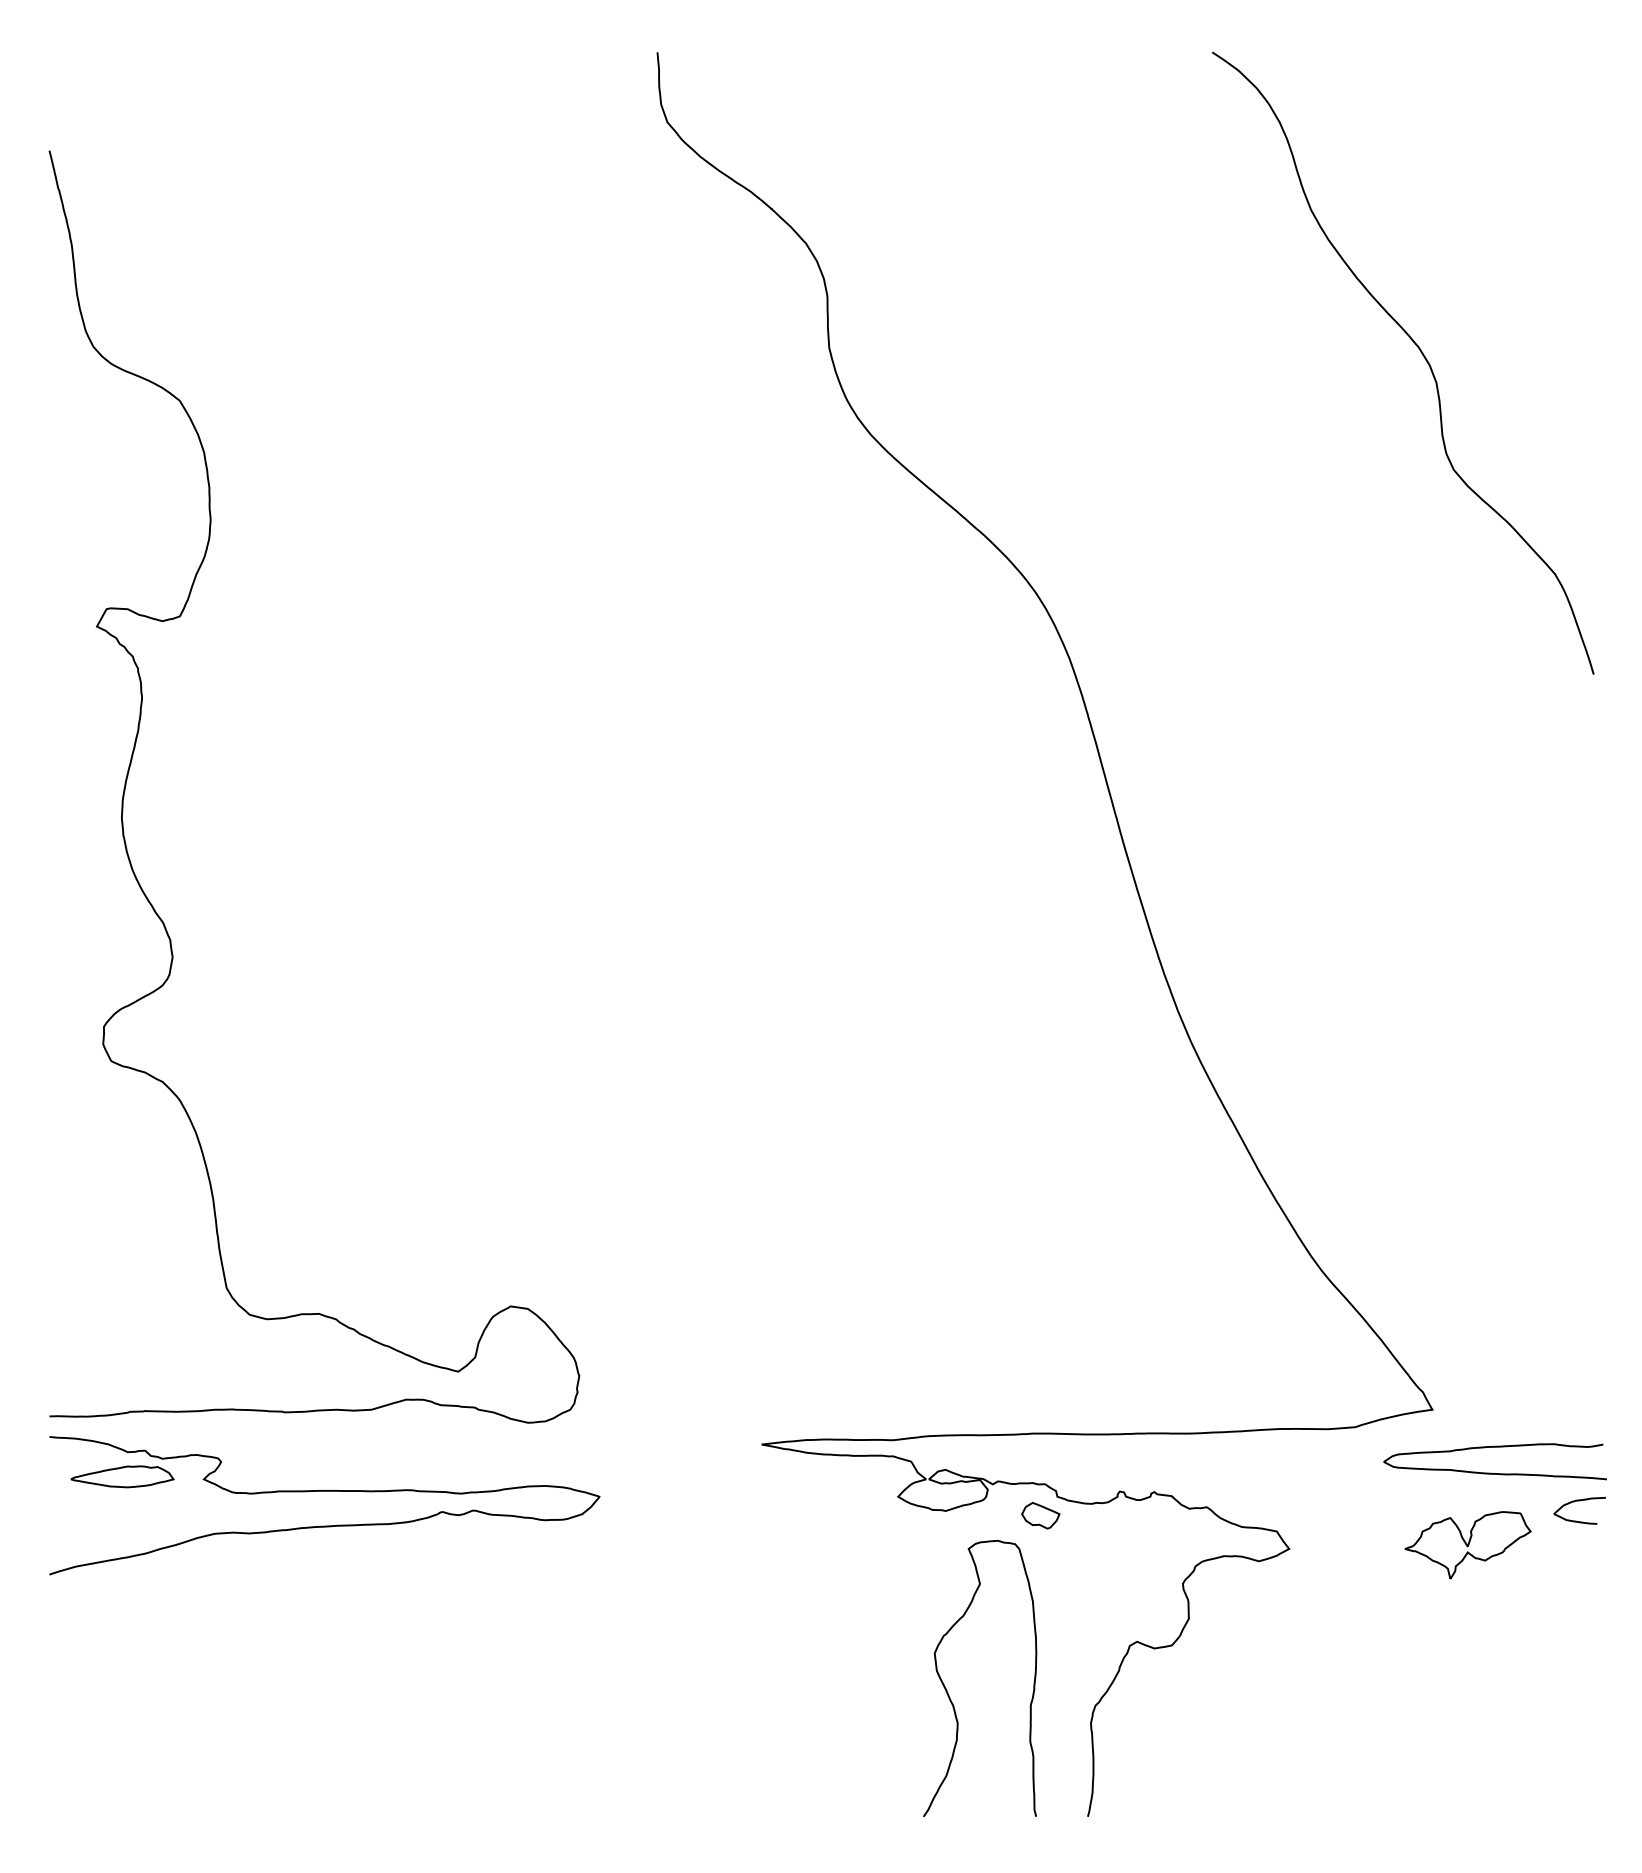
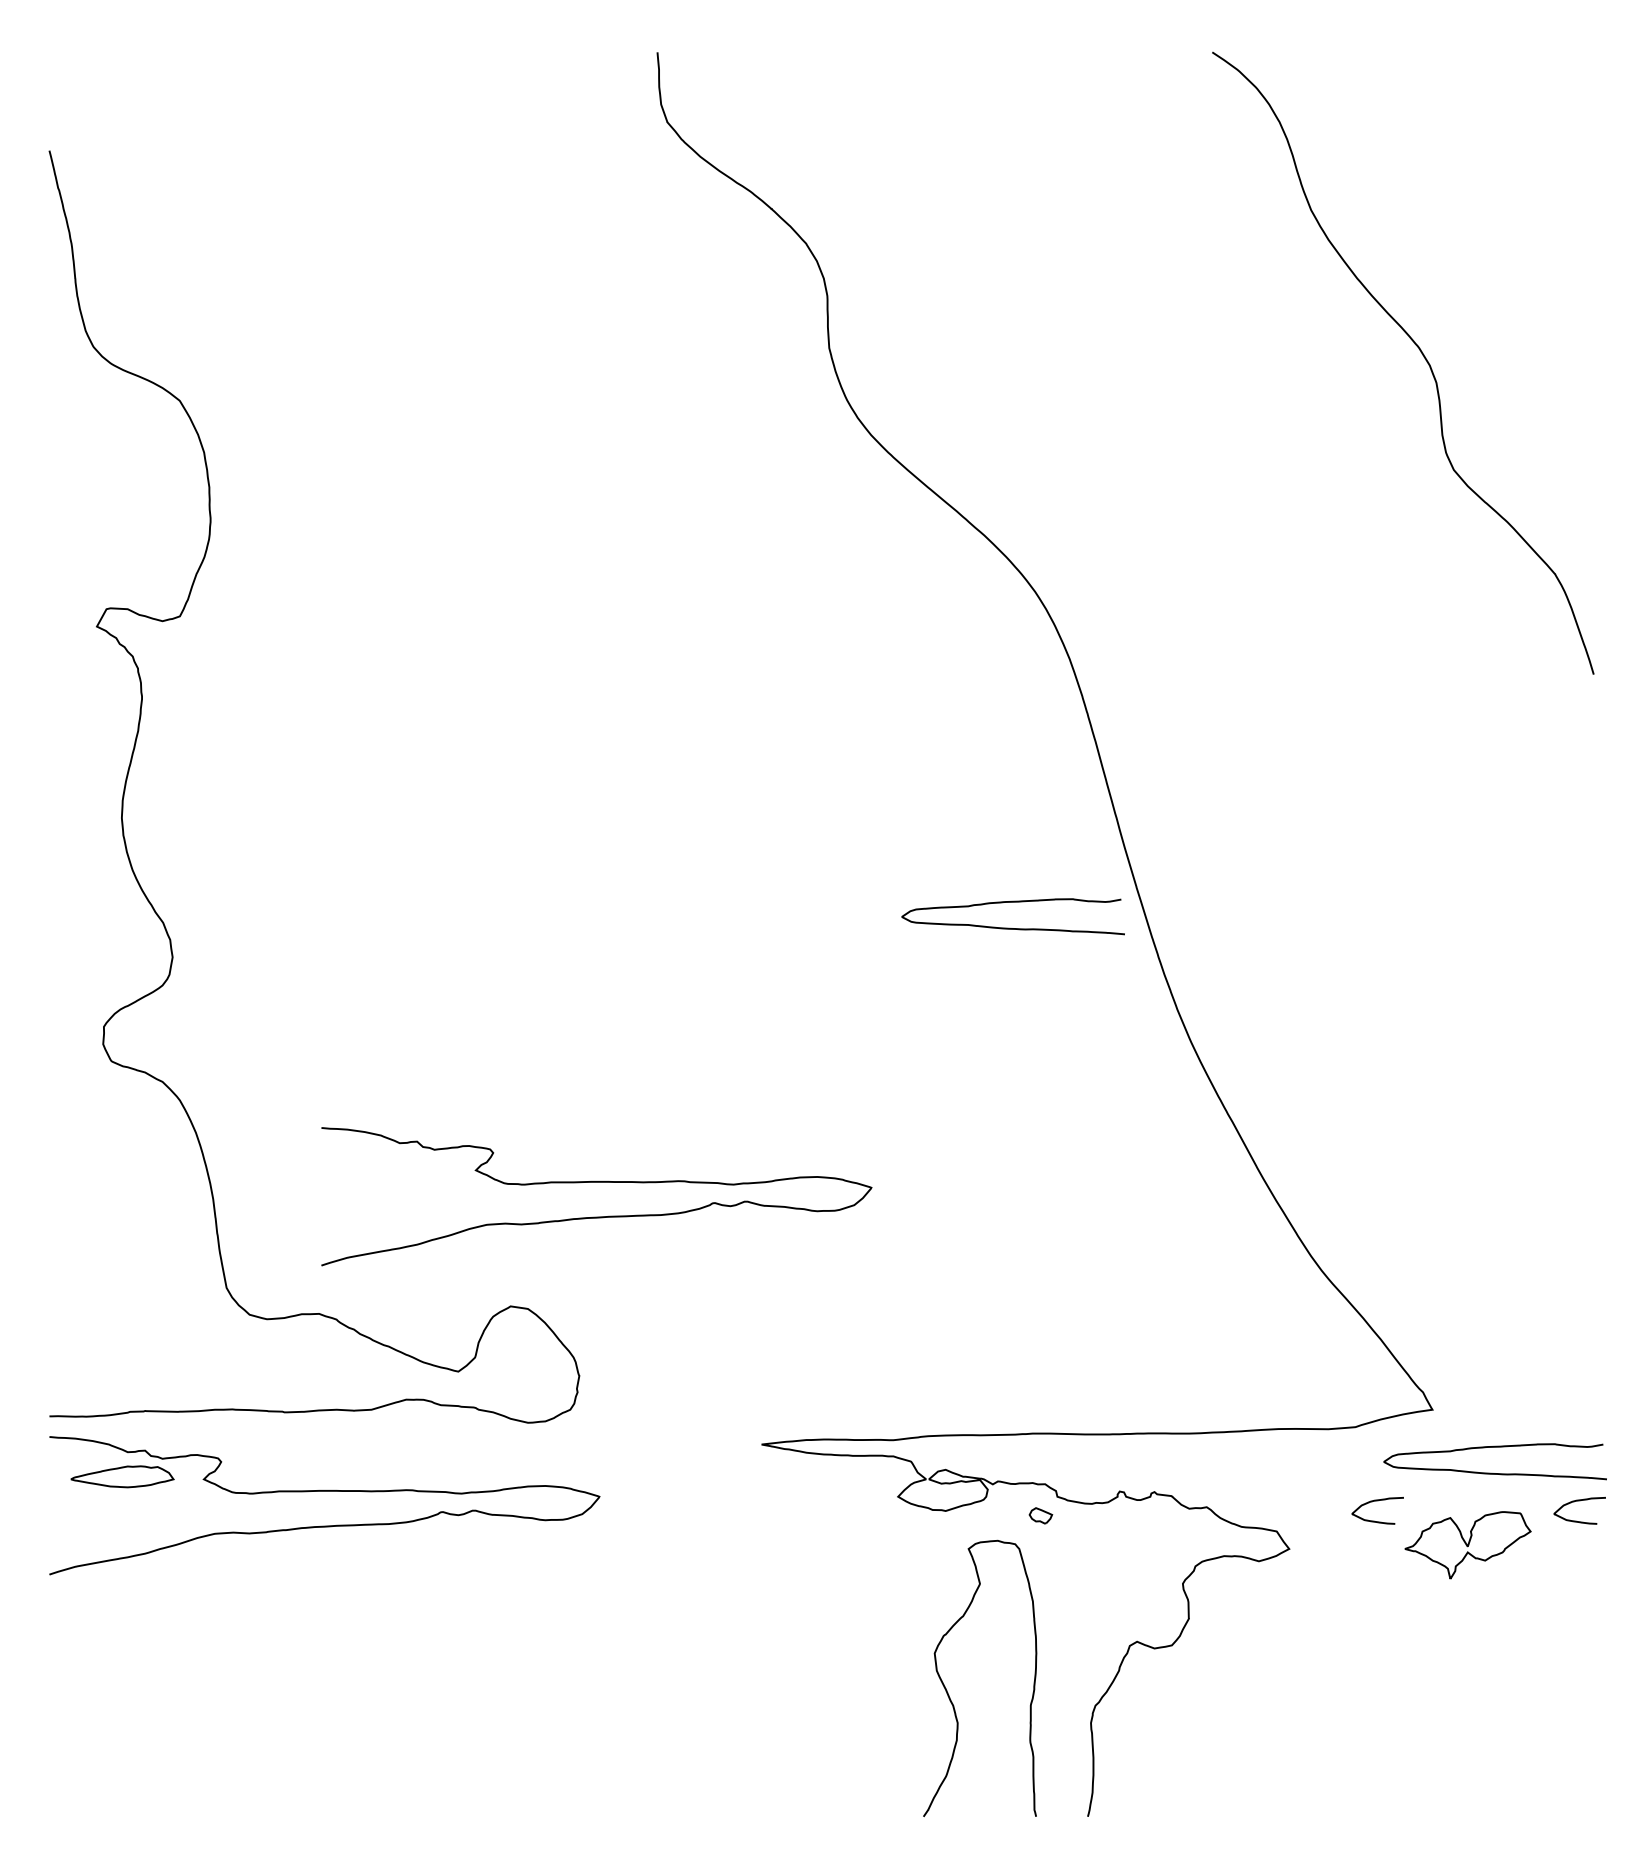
curve at (1010, 927): none -> present
curve at (596, 1182): none -> present
curve at (1377, 1501): none -> present
part at (1040, 1515) size: 40x28 px -> 26x18 px
